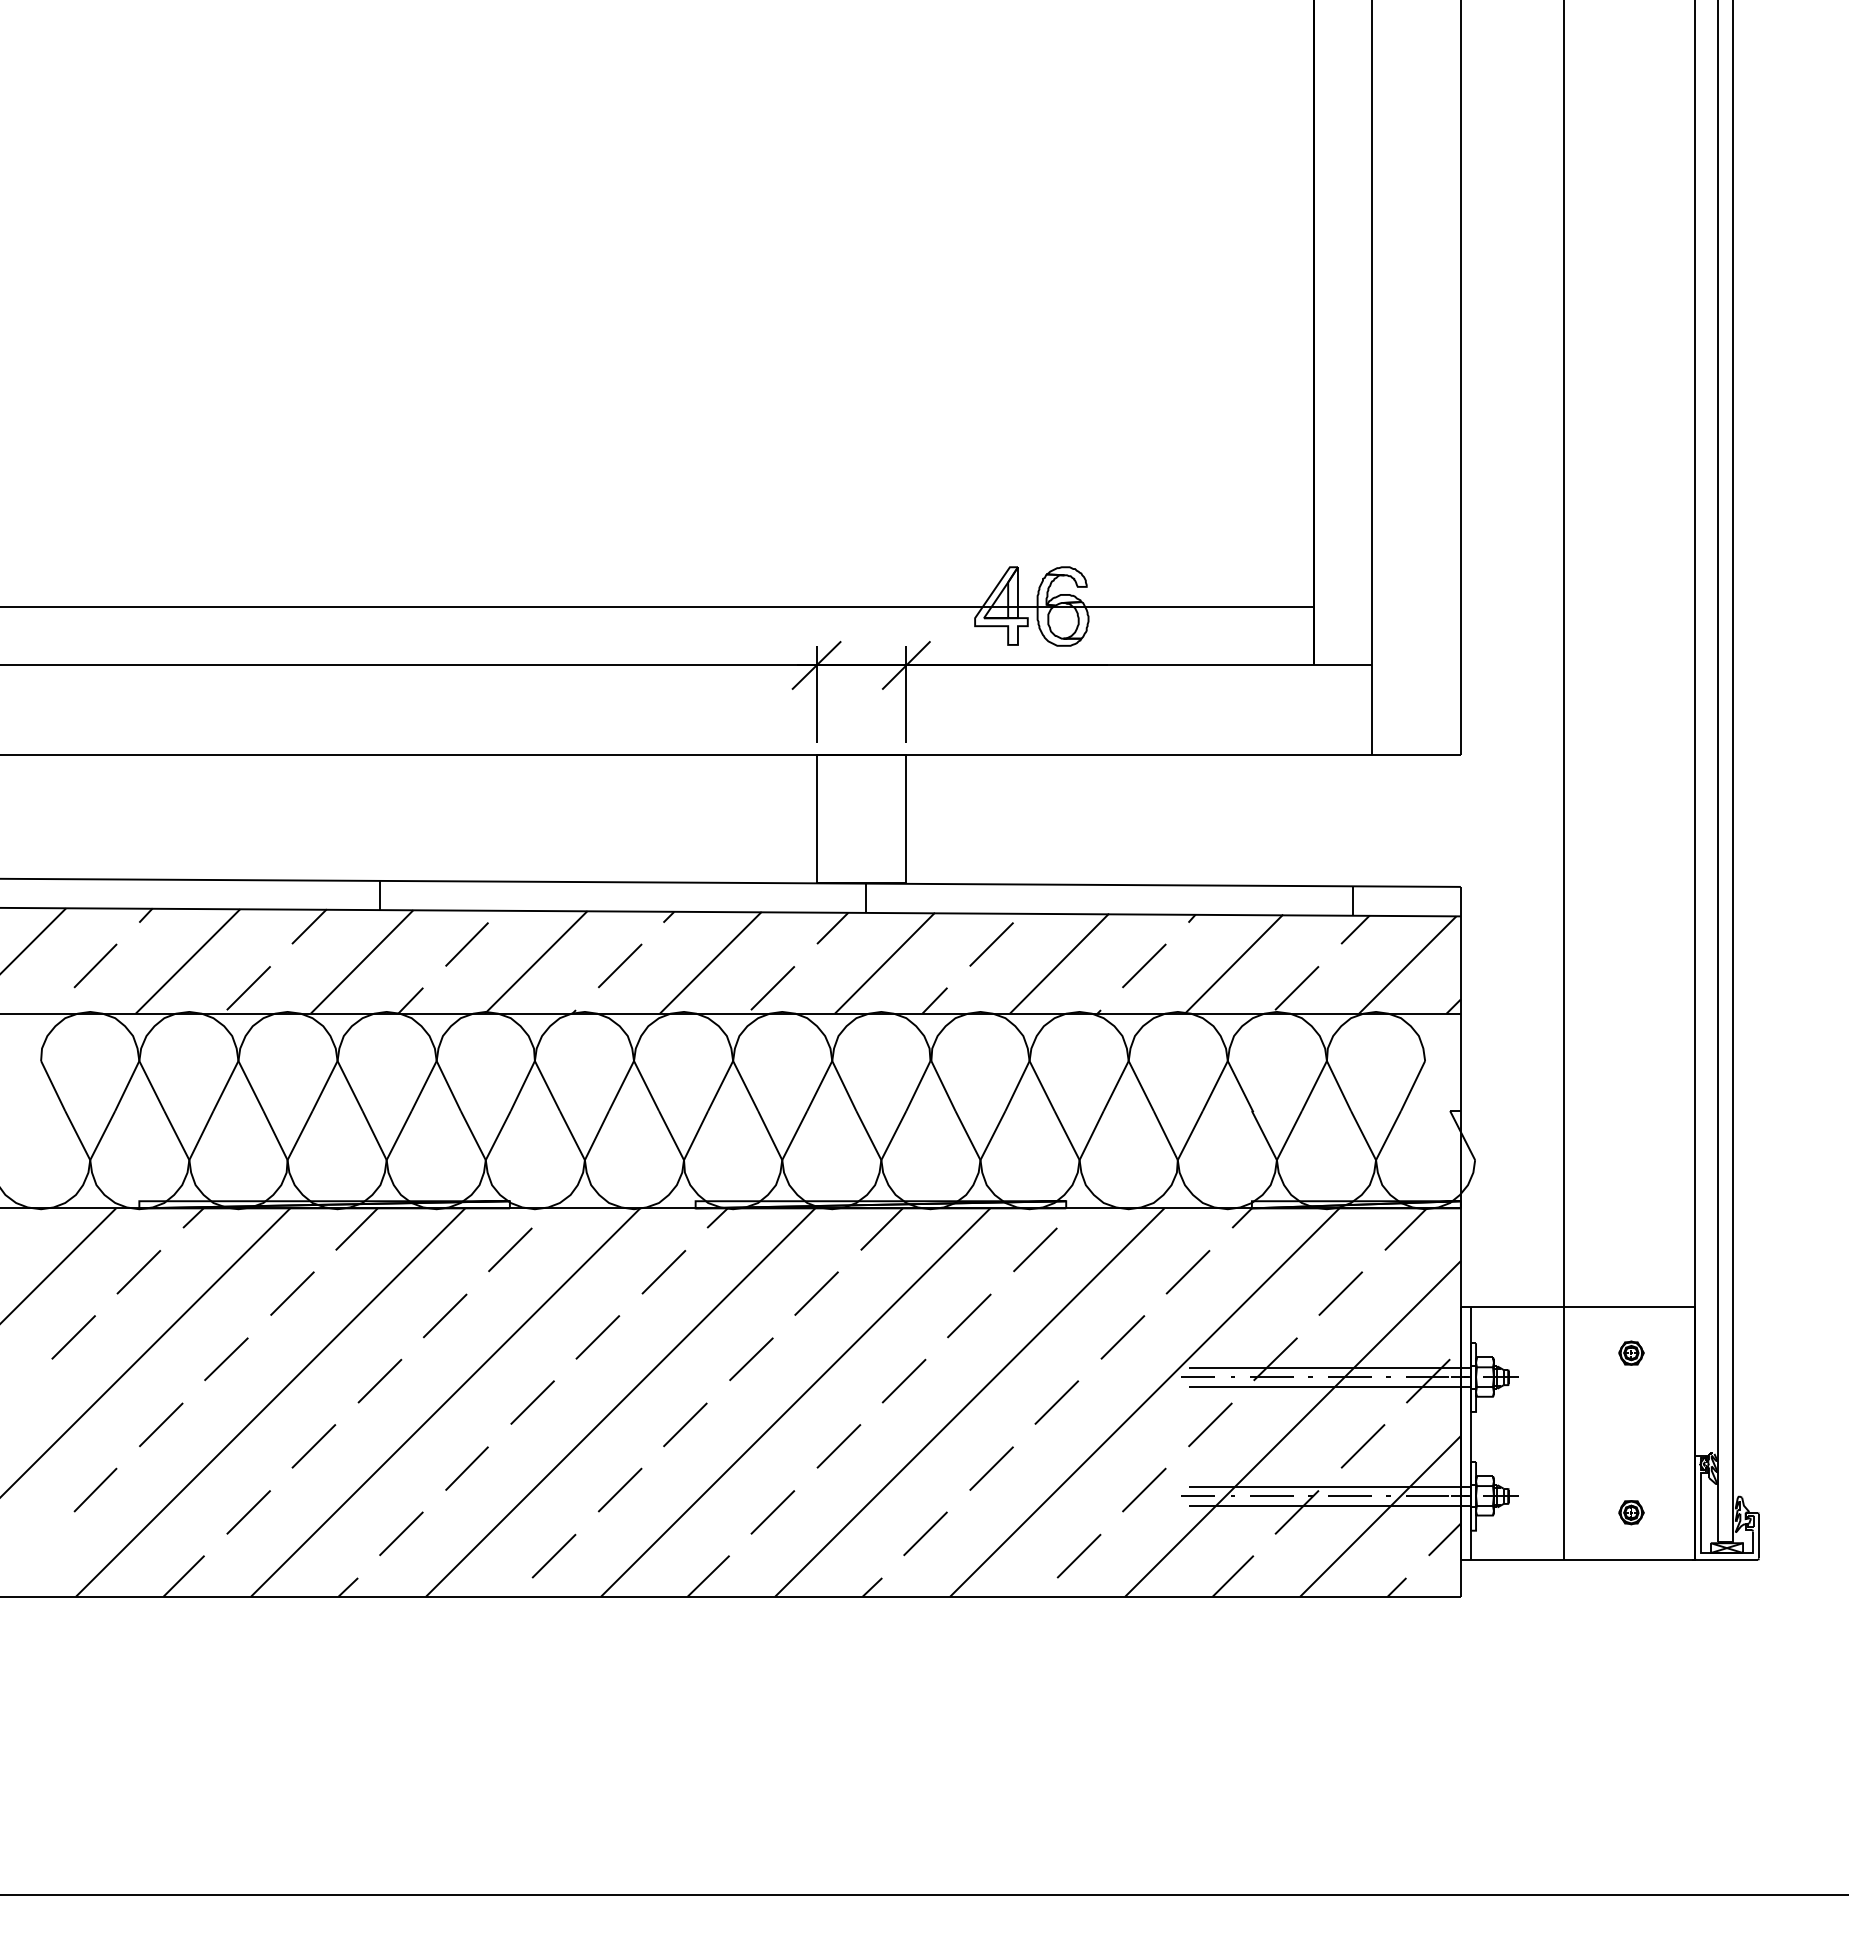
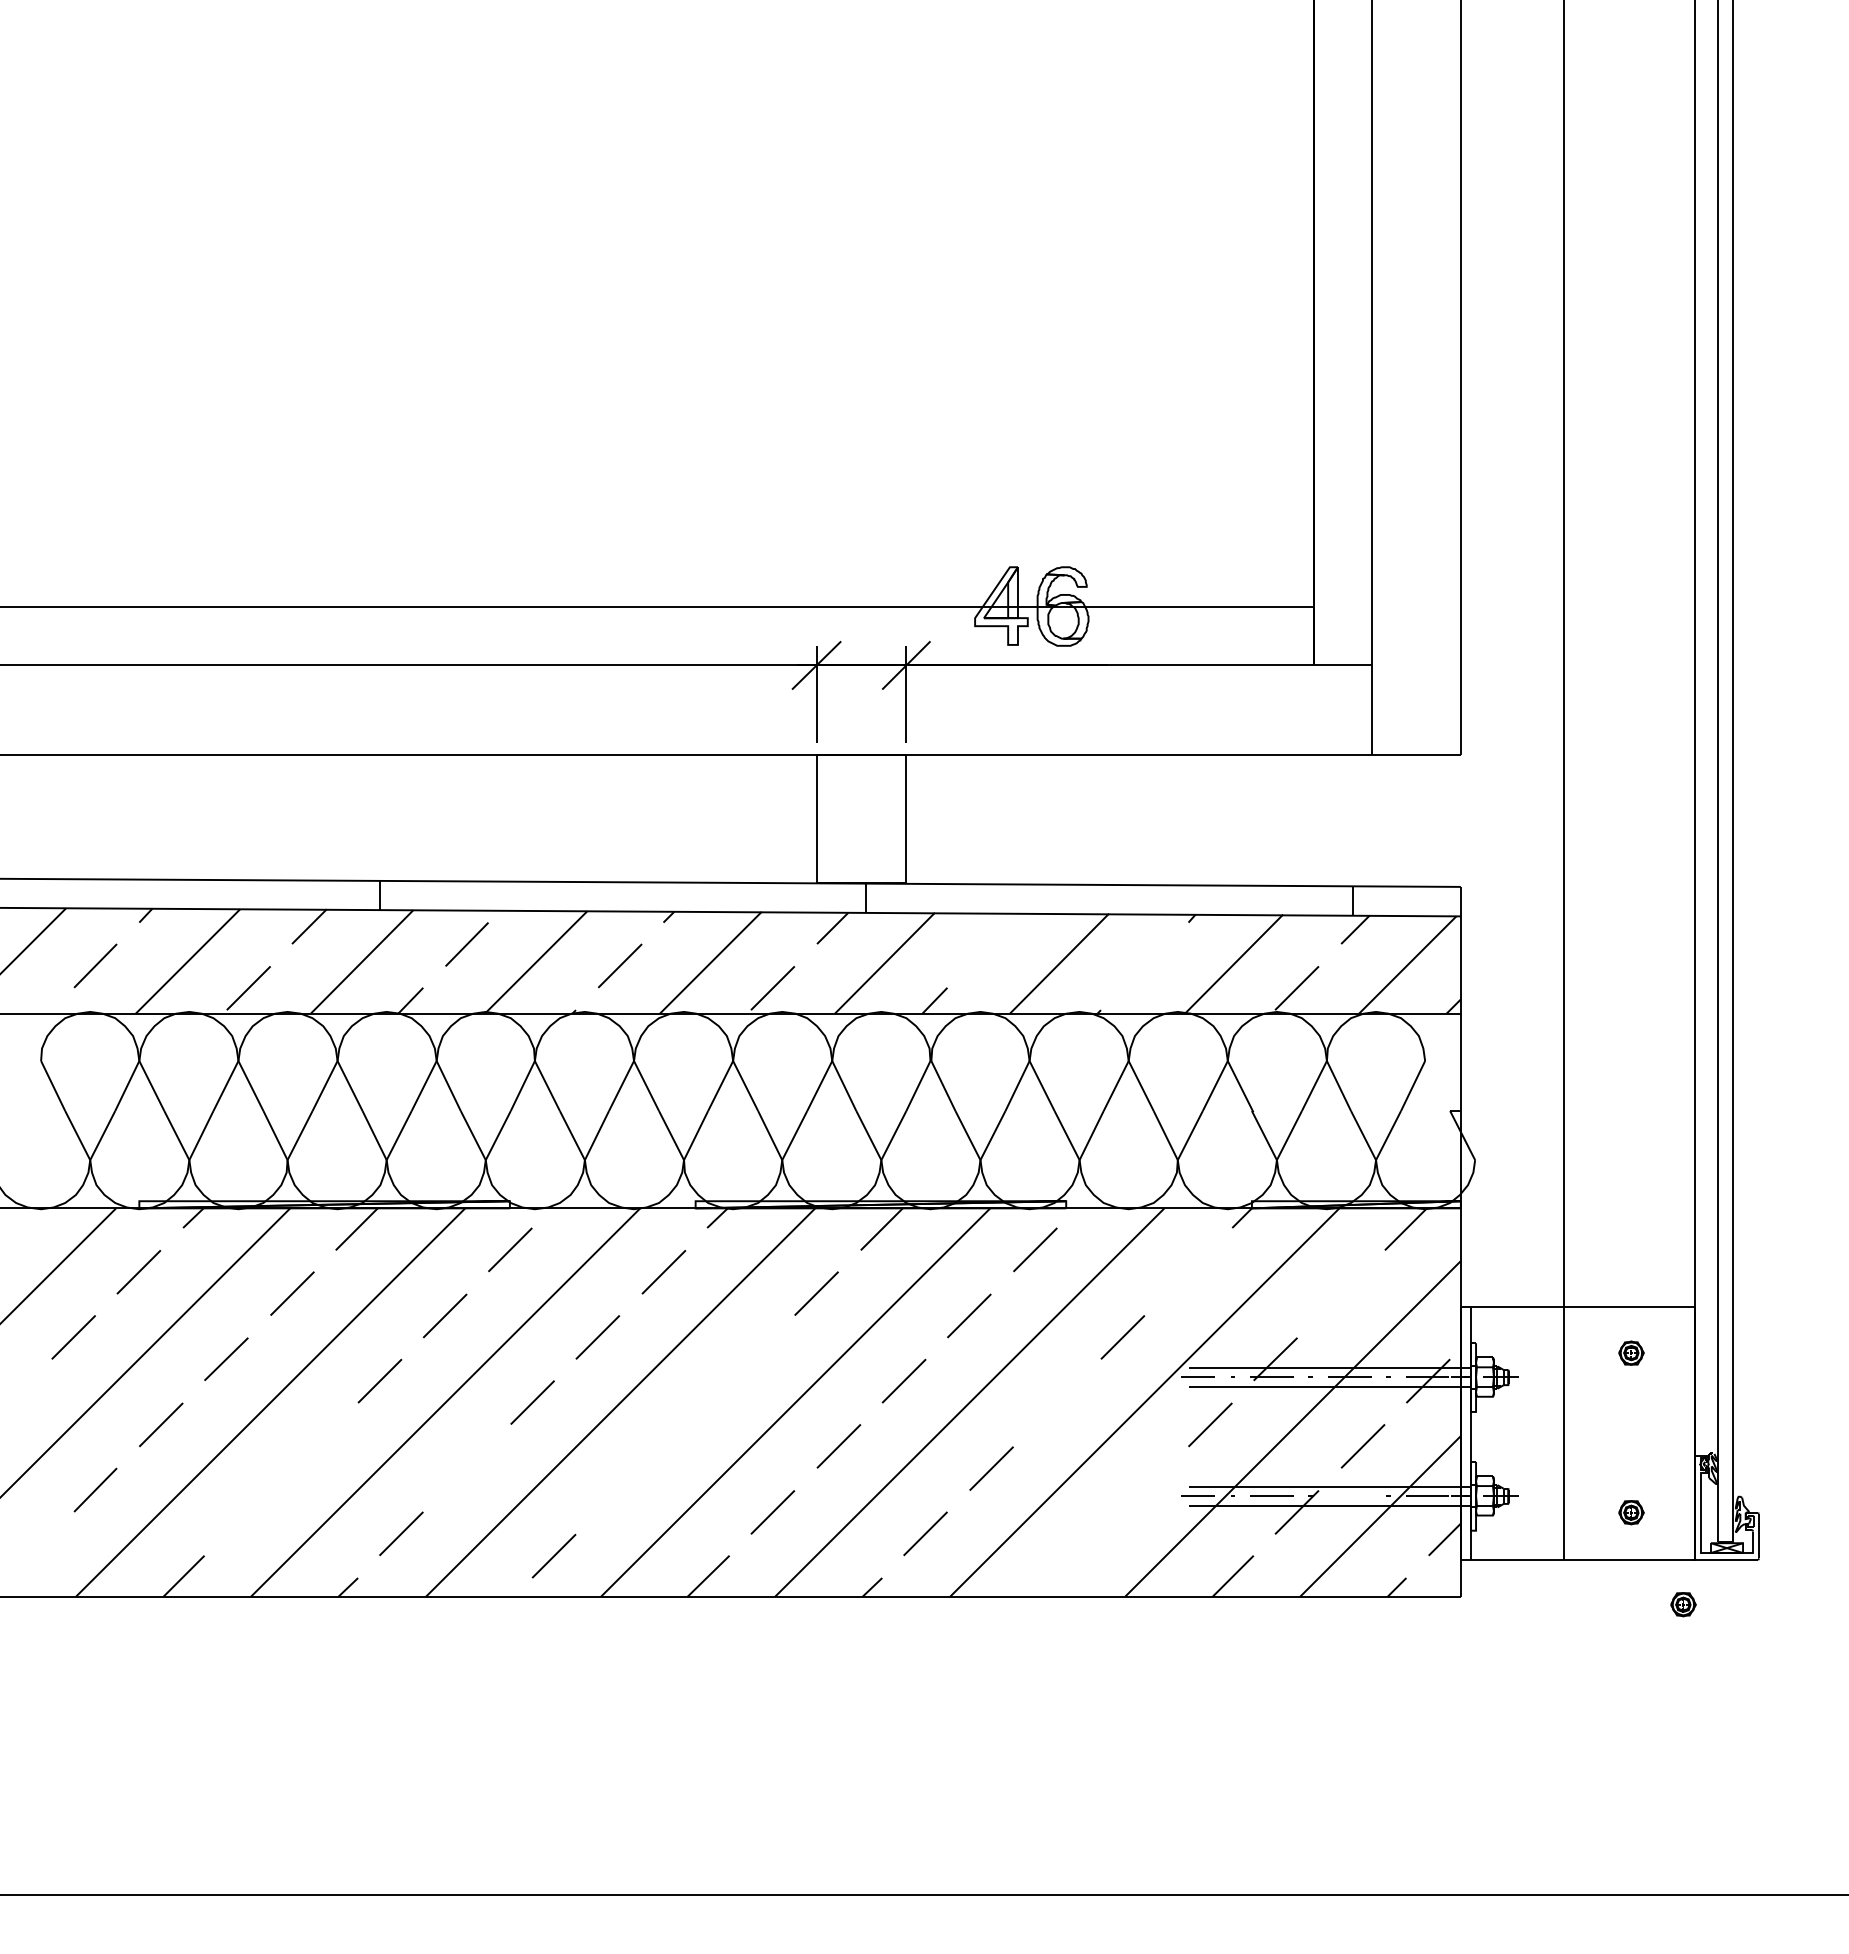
line at (991, 944): present -> none
line at (1144, 965): present -> none
line at (1187, 1272): present -> none
line at (1340, 1293): present -> none
line at (751, 1359): present -> none
line at (1056, 1402): present -> none
line at (685, 1424): present -> none
line at (313, 1446): present -> none
line at (466, 1468): present -> none
line at (619, 1489): present -> none
line at (1144, 1489): present -> none
line at (1349, 1495): present -> none
line at (248, 1512): present -> none
line at (1078, 1555): present -> none
part at (1683, 1604): none -> present
